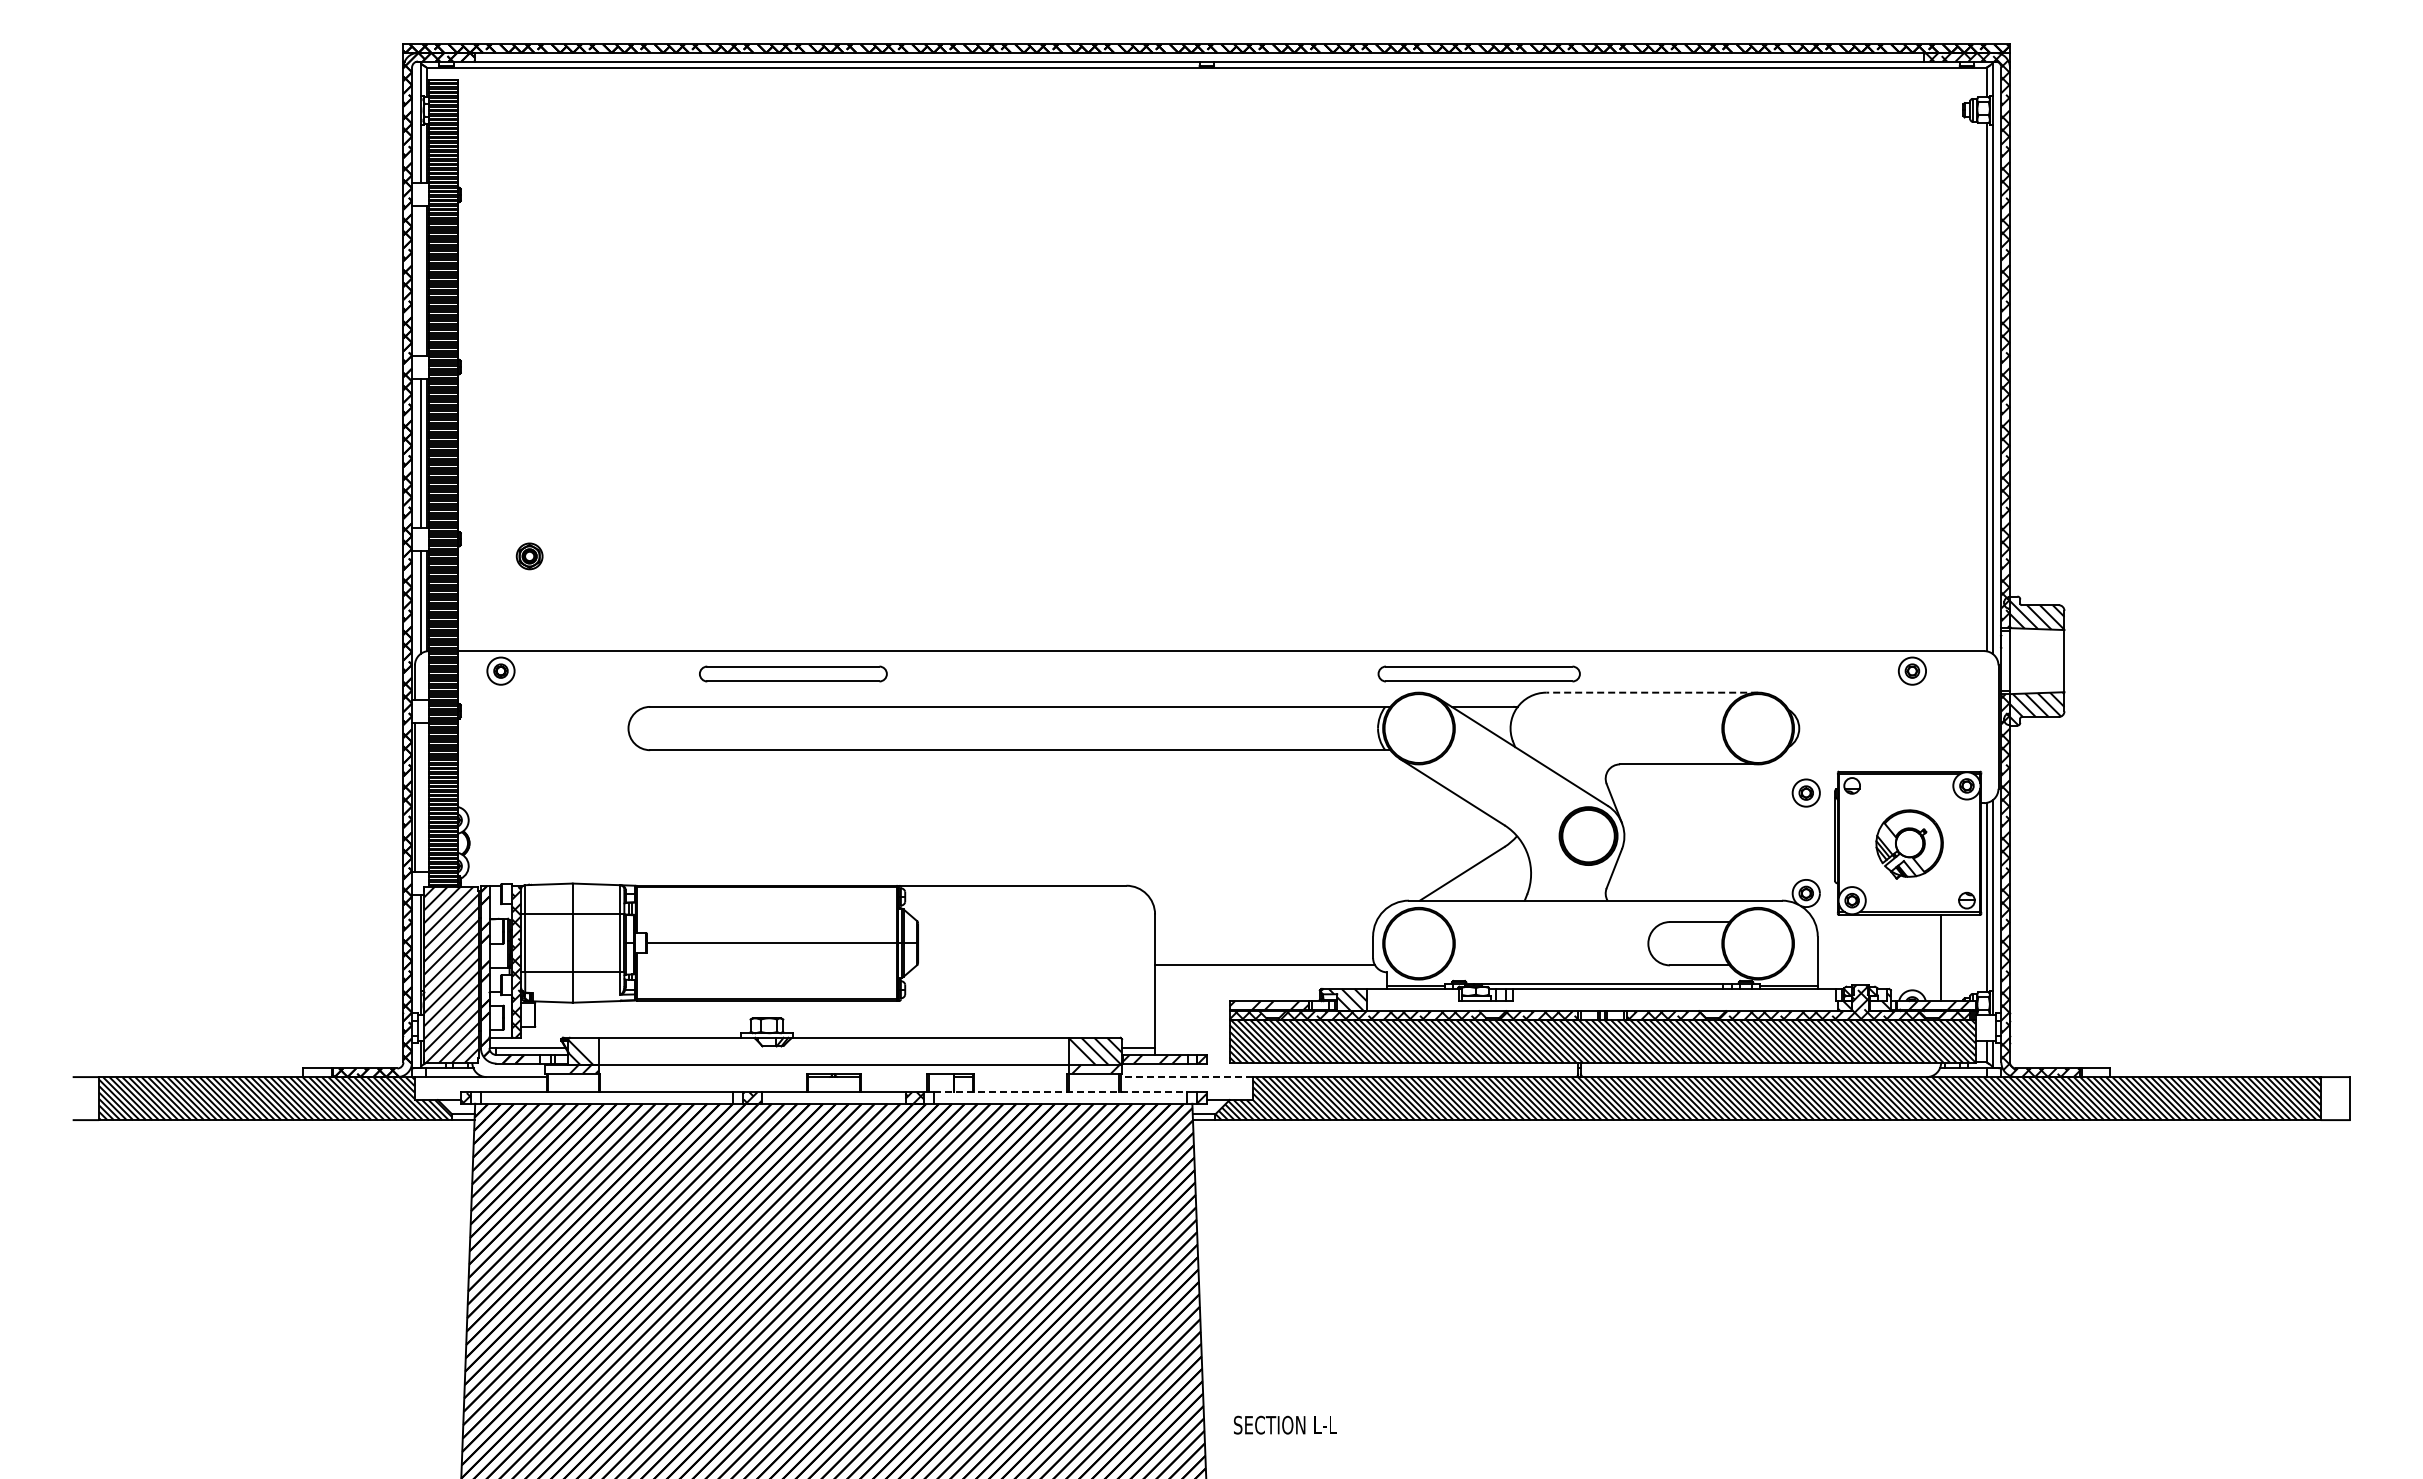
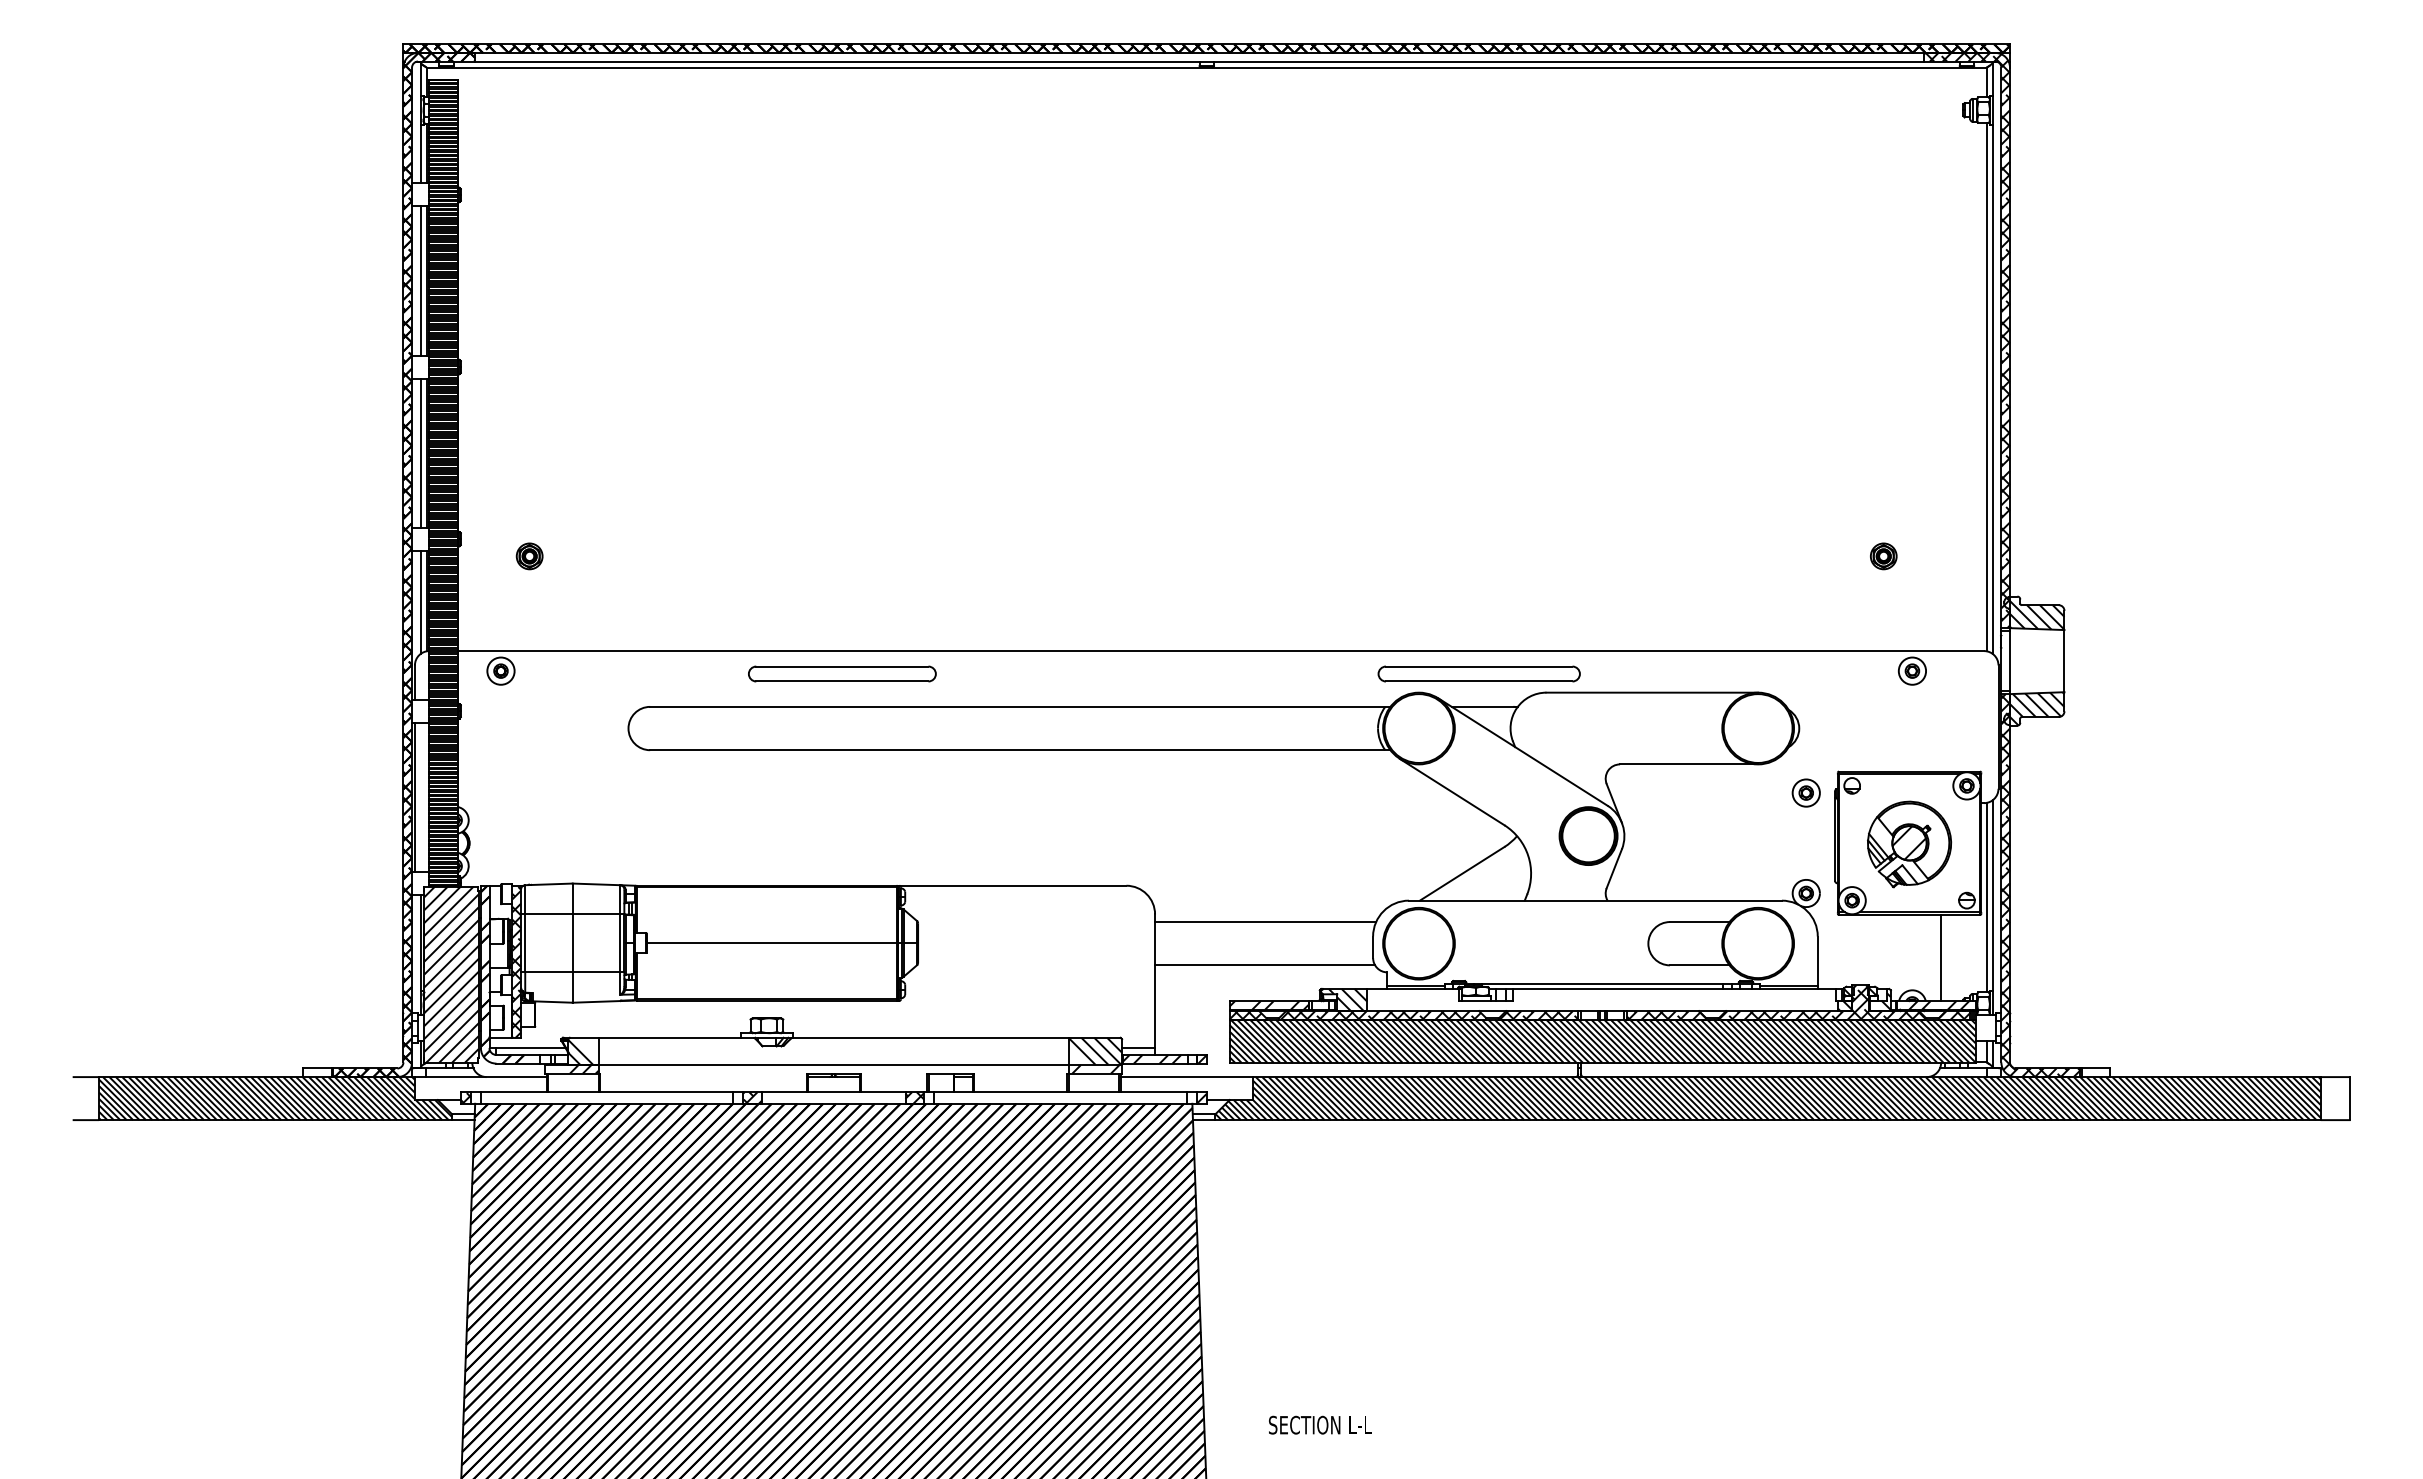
line at (420, 280): none -> present
part at (1883, 556): none -> present
part at (793, 673) position: (793, 673) -> (842, 673)
line at (1652, 692): dashed -> solid
part at (1909, 844) size: 69x71 px -> 86x89 px
line at (1265, 922): none -> present
line at (1186, 1077): dashed -> solid
line at (1060, 1092): dashed -> solid
text at (1285, 1424) position: (1285, 1424) -> (1320, 1424)
